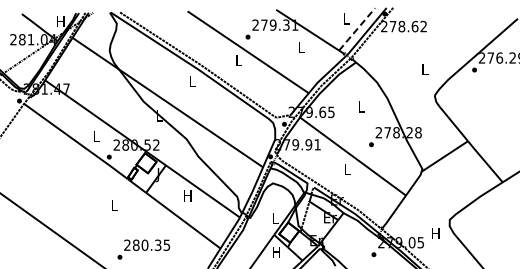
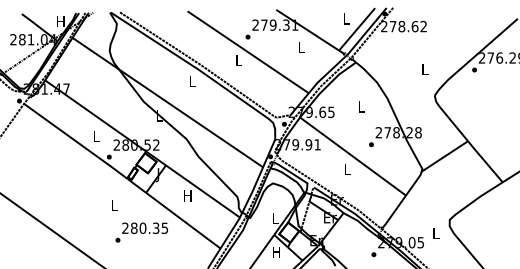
line at (357, 29): dashed -> solid
text at (435, 233): H -> L
text at (143, 249) position: (143, 249) -> (141, 232)
